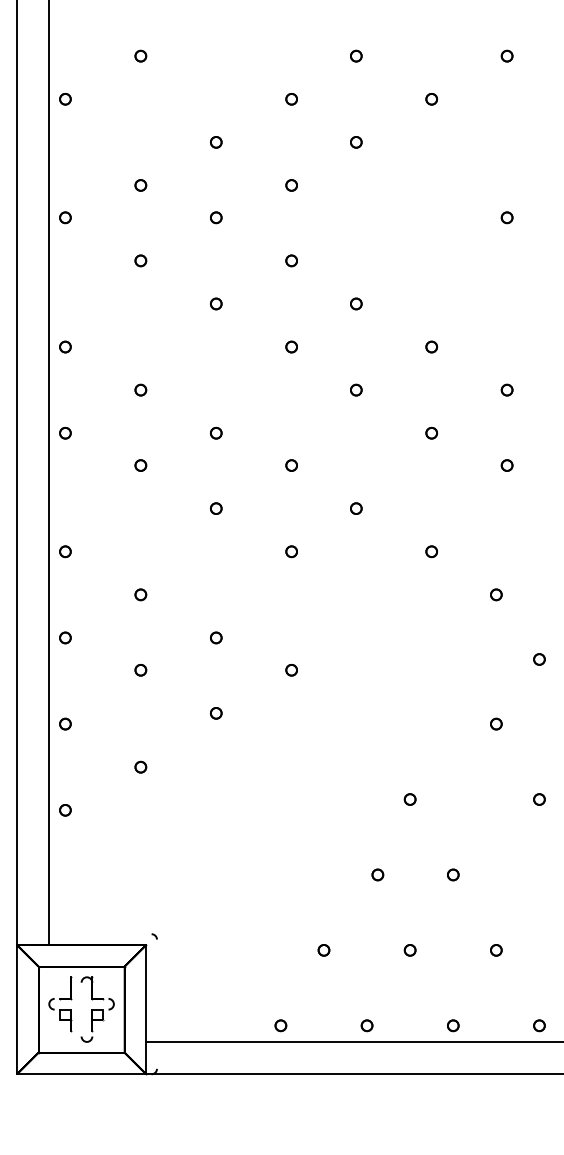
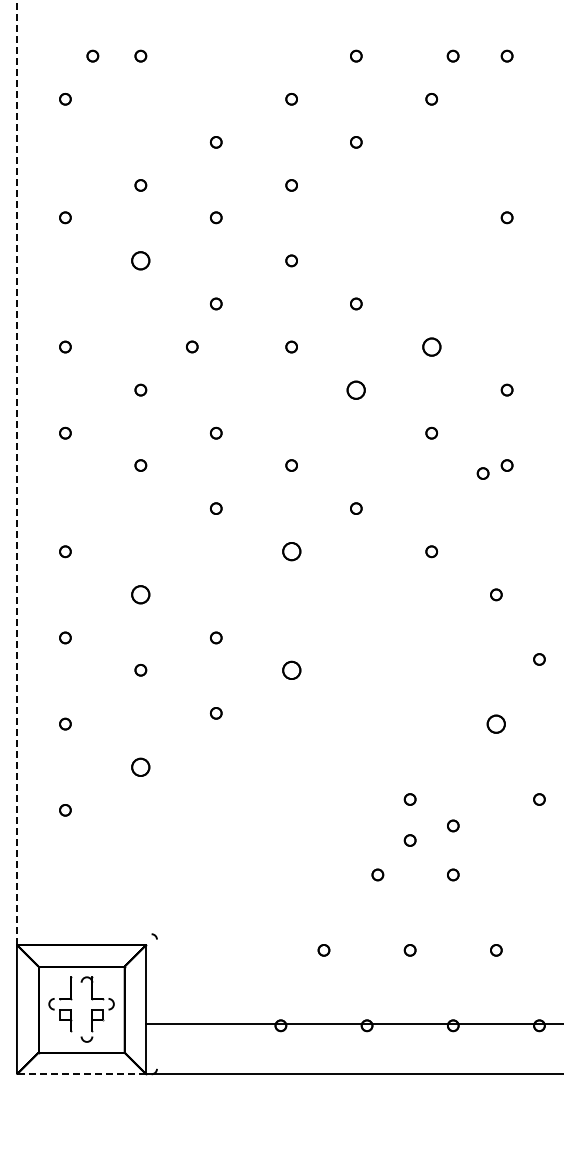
part at (92, 55): none -> present
part at (452, 55): none -> present
part at (140, 260) size: 14x14 px -> 20x20 px
part at (192, 346): none -> present
part at (431, 346) size: 13x14 px -> 20x20 px
part at (356, 389) size: 13x14 px -> 20x20 px
line at (16, 472): solid -> dashed
line at (49, 473): present -> none
part at (482, 473): none -> present
part at (291, 551) size: 13x14 px -> 20x20 px
part at (140, 594) size: 14x14 px -> 20x20 px
part at (291, 669) size: 13x14 px -> 20x20 px
part at (496, 723) size: 13x14 px -> 20x20 px
part at (140, 766) size: 14x14 px -> 20x20 px
part at (453, 825): none -> present
part at (409, 840): none -> present
line at (353, 1041) position: (353, 1041) -> (353, 1023)
line at (81, 1074): solid -> dashed
